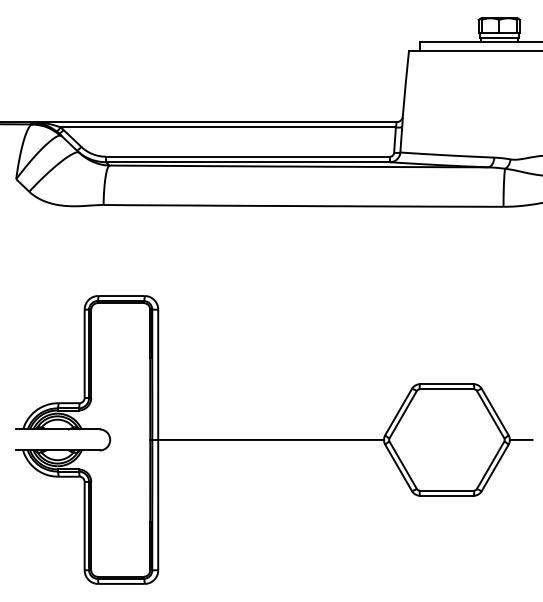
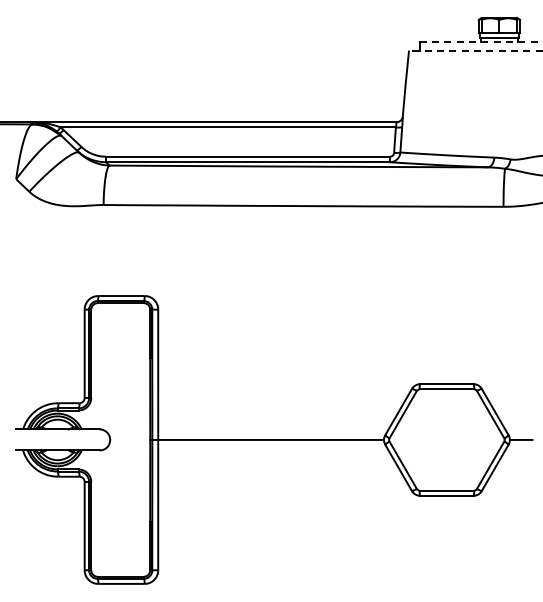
line at (481, 42): solid -> dashed
line at (475, 50): solid -> dashed
